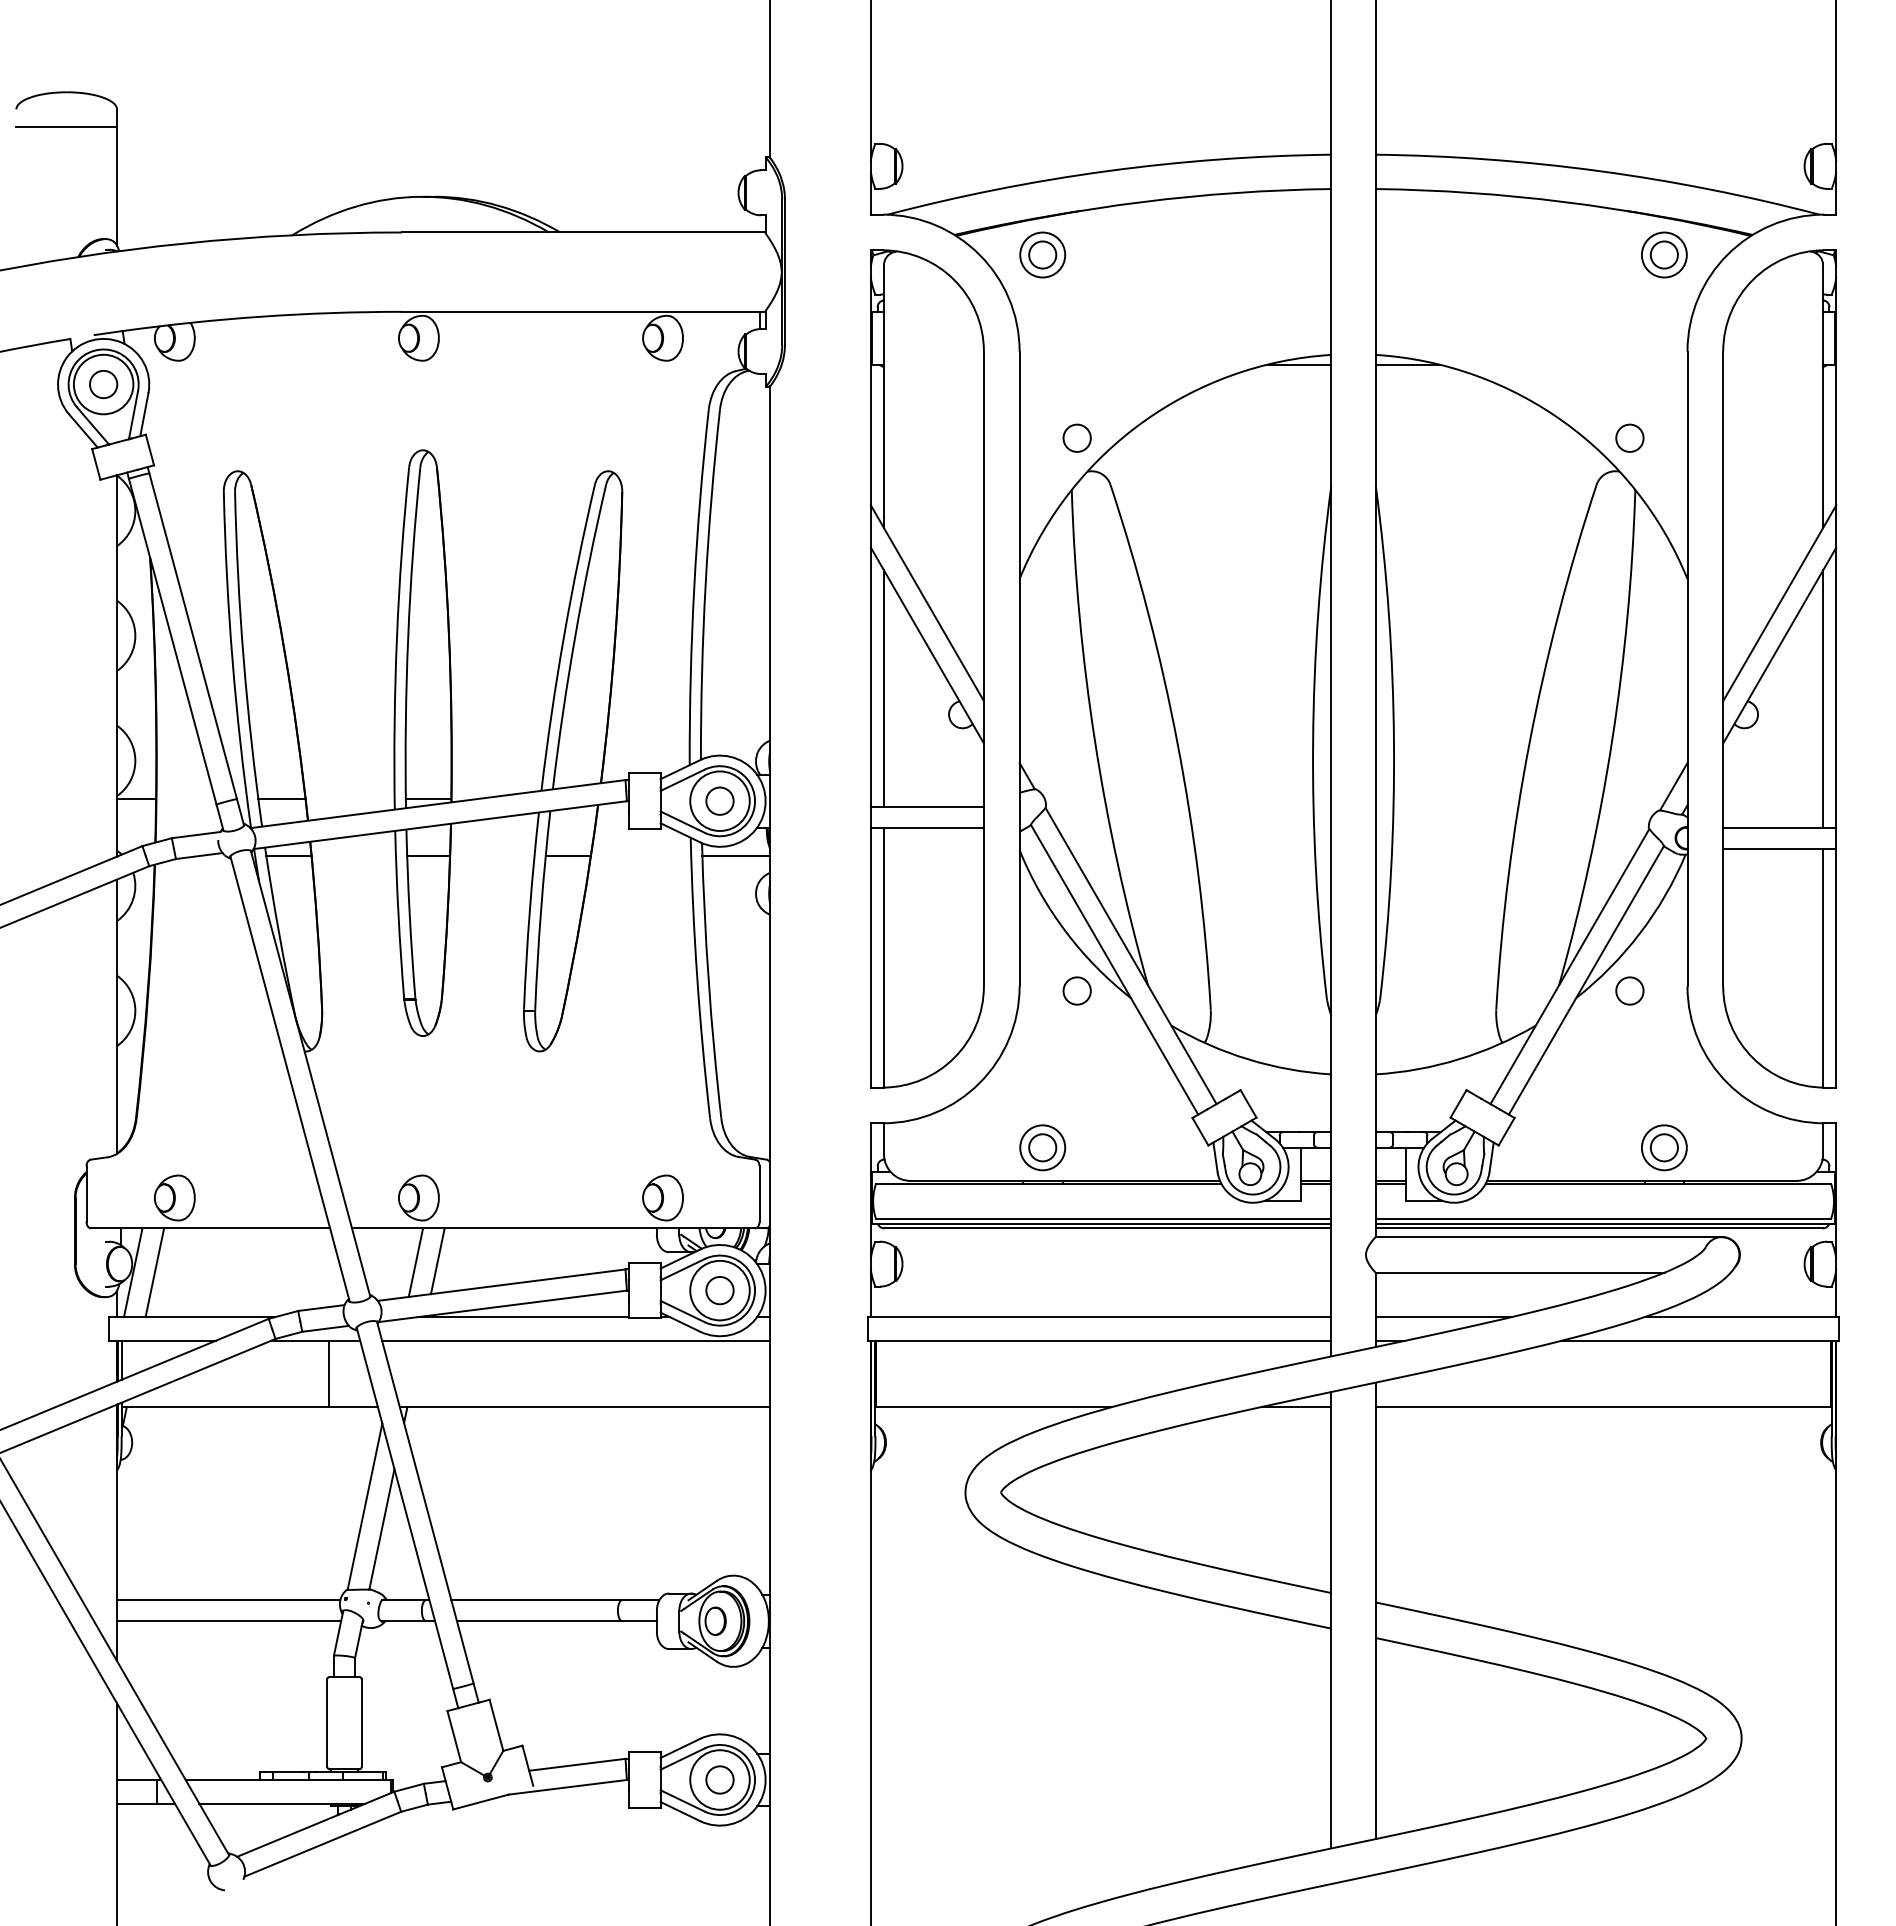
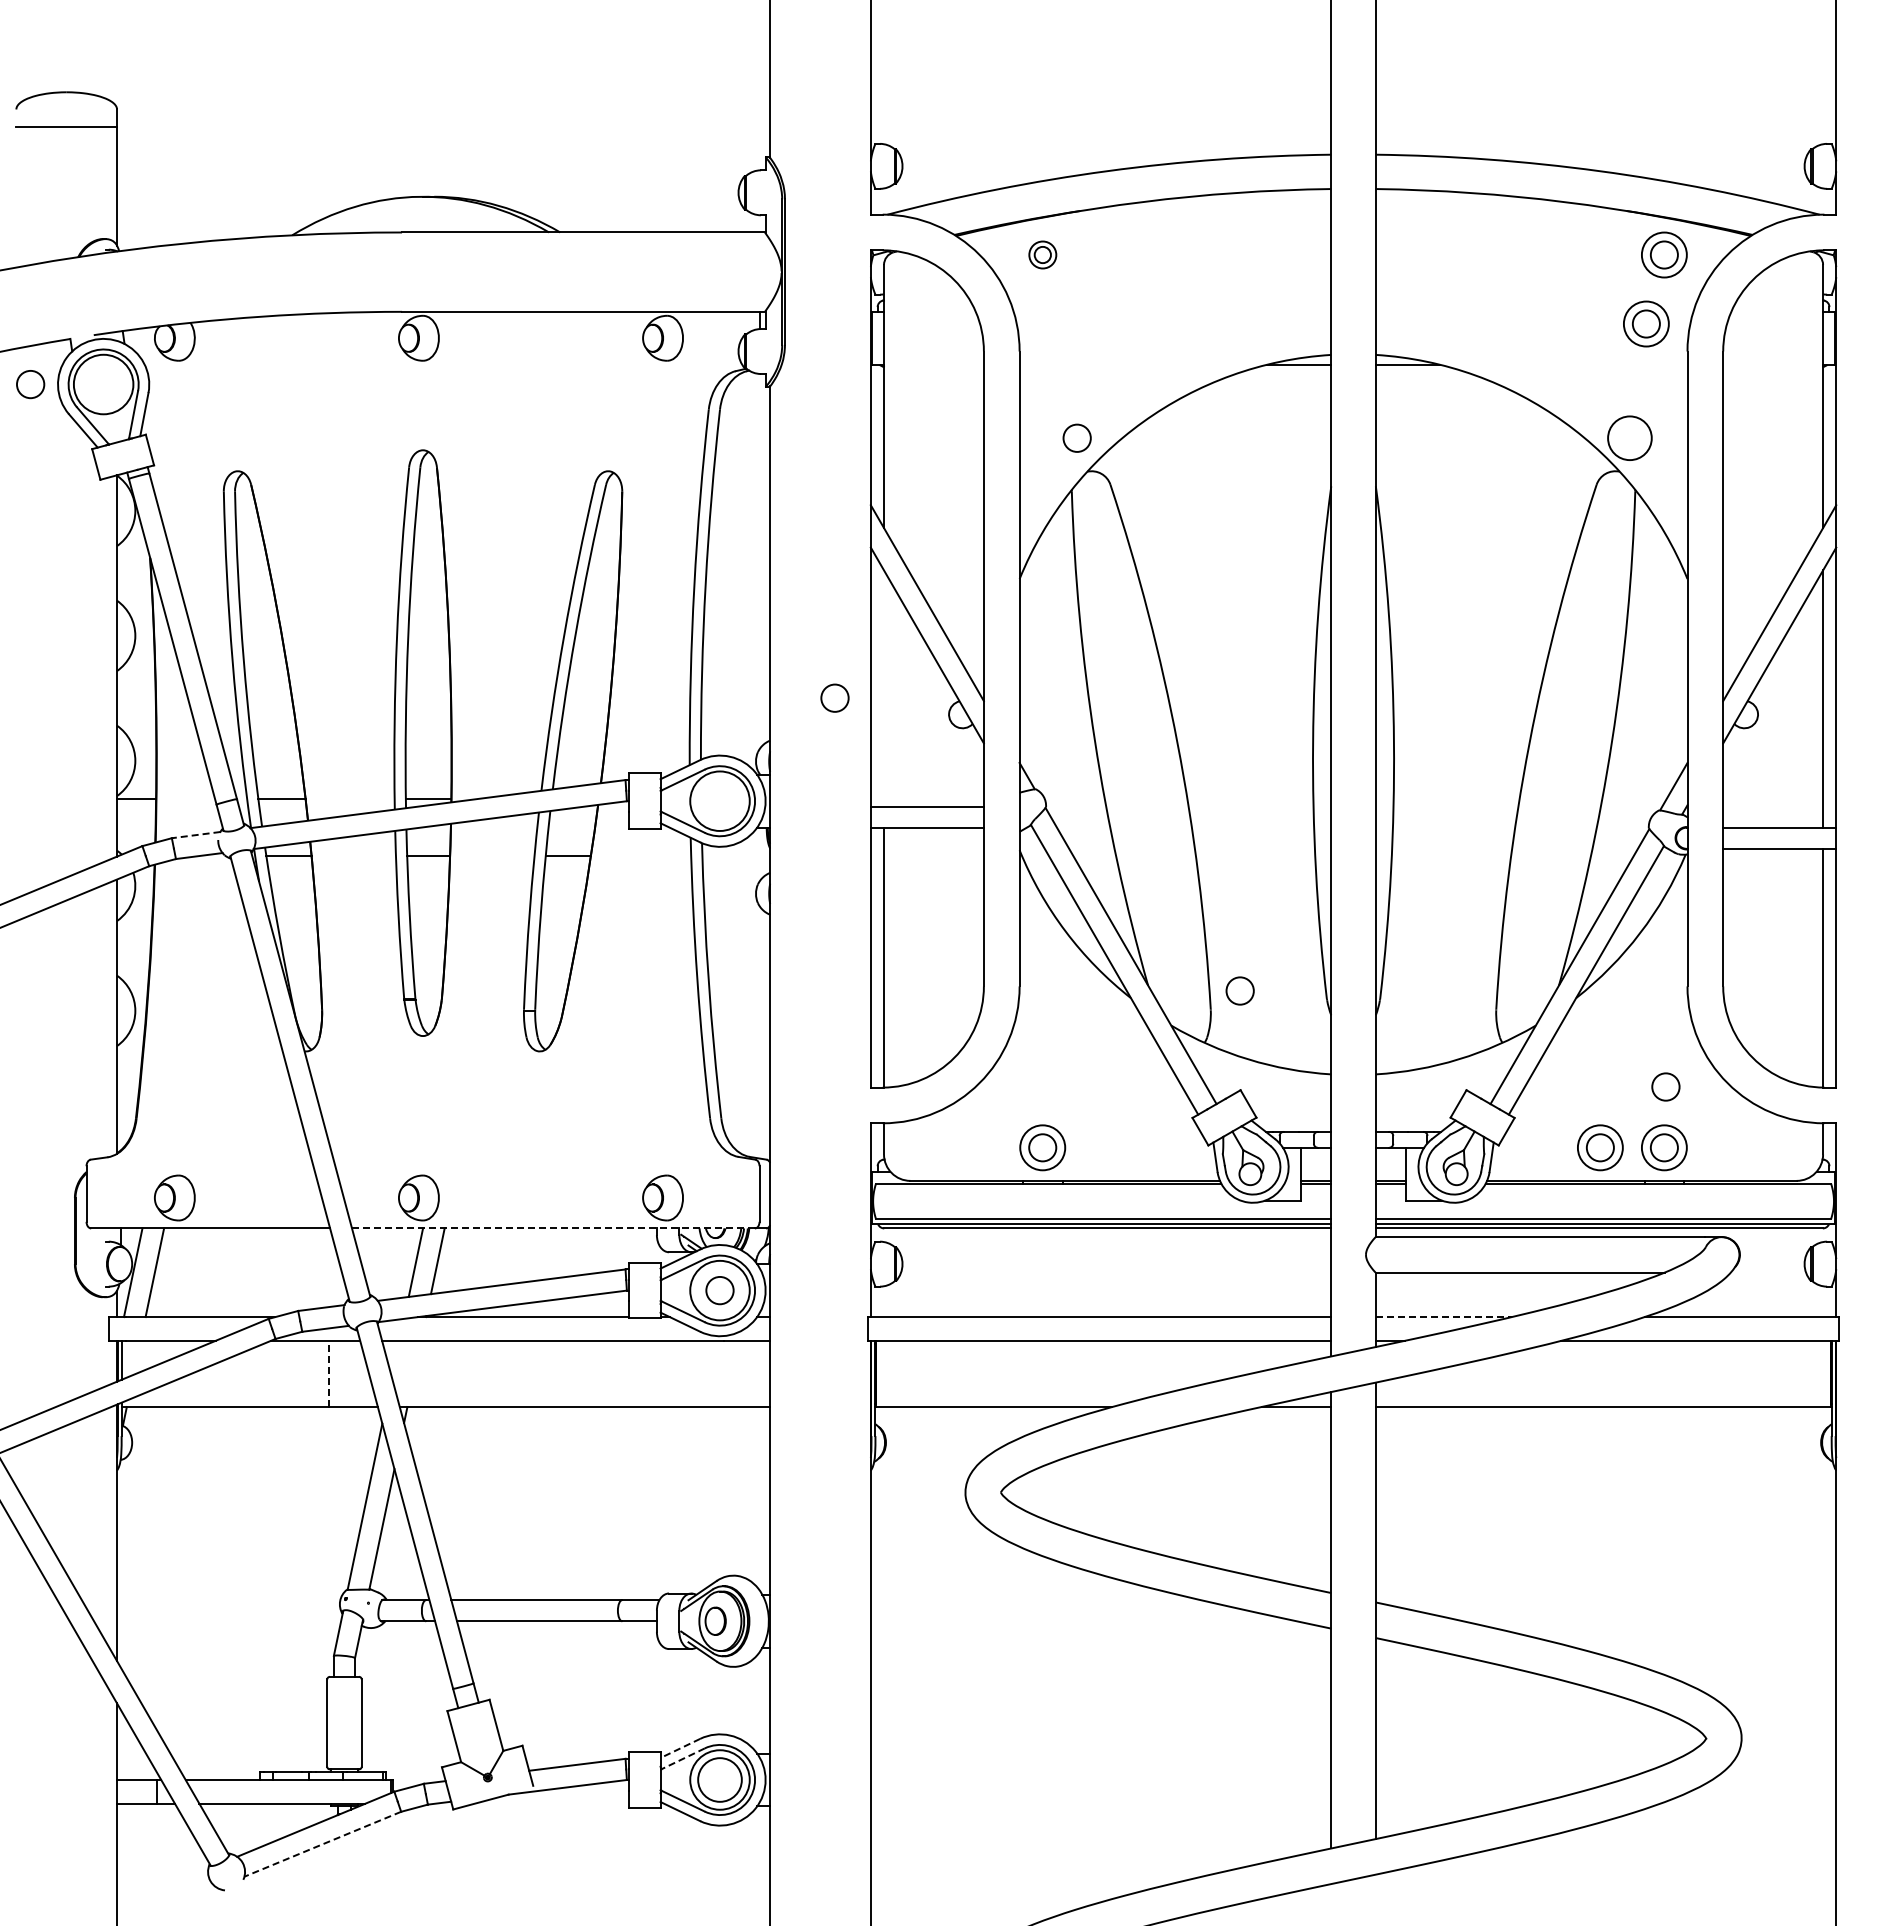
part at (1042, 254) size: 48x48 px -> 30x30 px
part at (1646, 323): none -> present
circle at (103, 384) position: (103, 384) -> (30, 384)
circle at (1629, 437) diameter: 27 px -> 44 px
line at (884, 688): present -> none
circle at (719, 800) position: (719, 800) -> (834, 697)
line at (195, 835): solid -> dashed
line at (736, 855): present -> none
circle at (1076, 990) position: (1076, 990) -> (1239, 990)
circle at (1629, 990) position: (1629, 990) -> (1665, 1086)
part at (1600, 1147): none -> present
line at (553, 1228): solid -> dashed
line at (1444, 1317): solid -> dashed
line at (328, 1373): solid -> dashed
line at (228, 1600): present -> none
line at (229, 1621): present -> none
line at (680, 1748): solid -> dashed
line at (682, 1759): solid -> dashed
circle at (719, 1779) diameter: 27 px -> 44 px
line at (322, 1844): solid -> dashed
